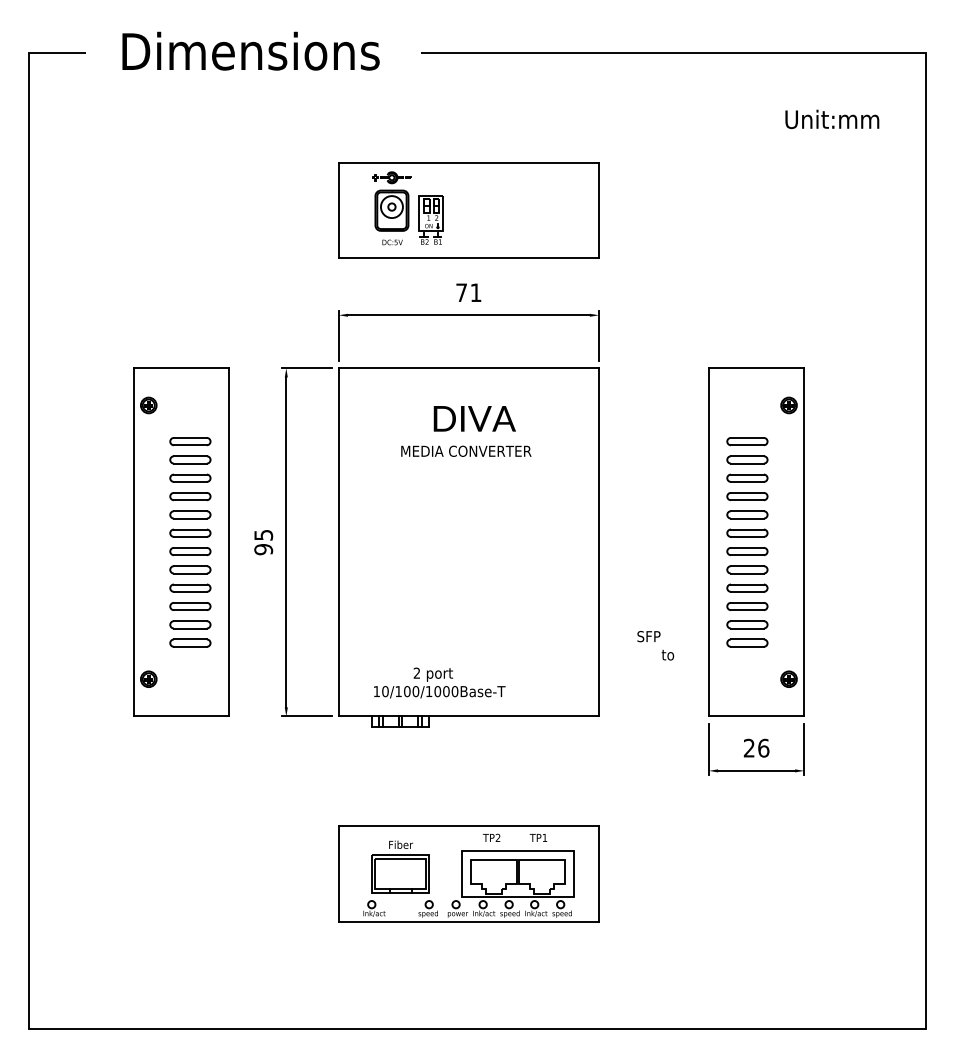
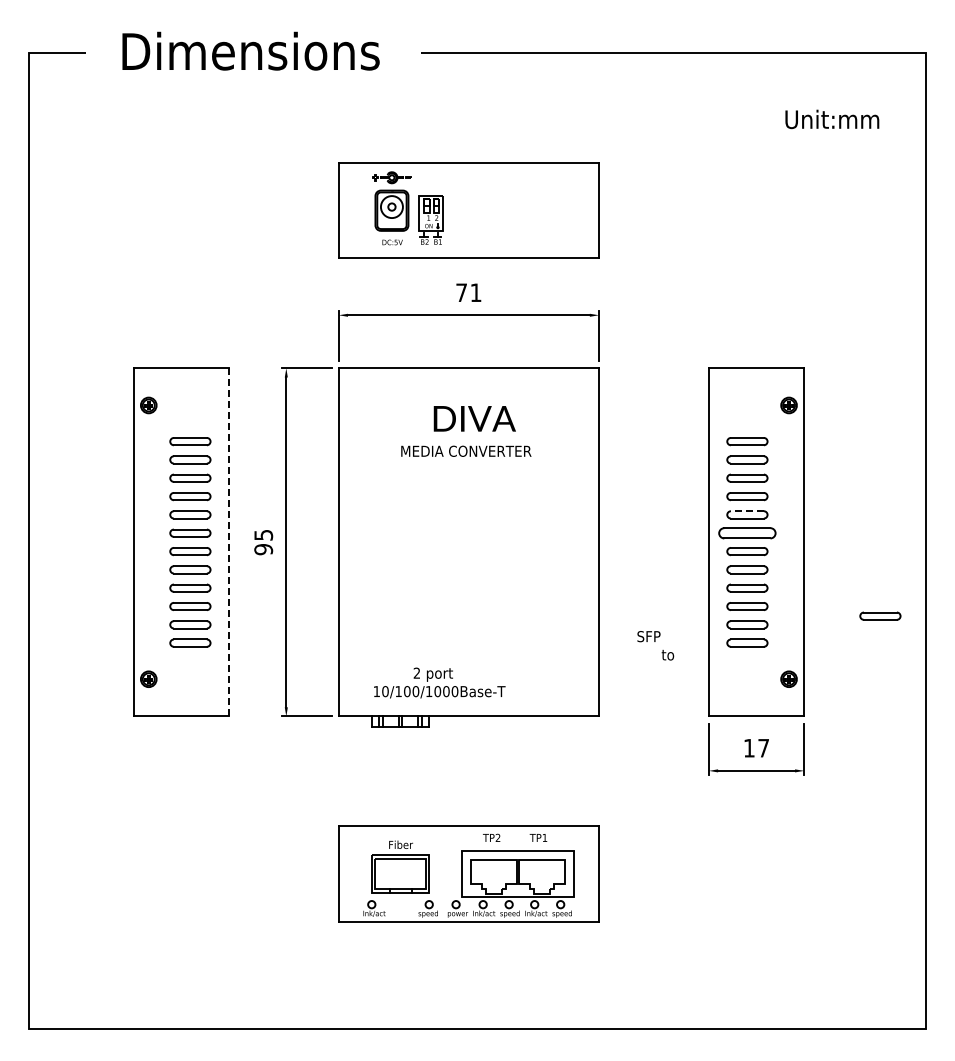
line at (746, 511): solid -> dashed
part at (747, 532) size: 43x10 px -> 59x13 px
line at (228, 541): solid -> dashed
part at (880, 615): none -> present
text at (756, 747): 26 -> 17
